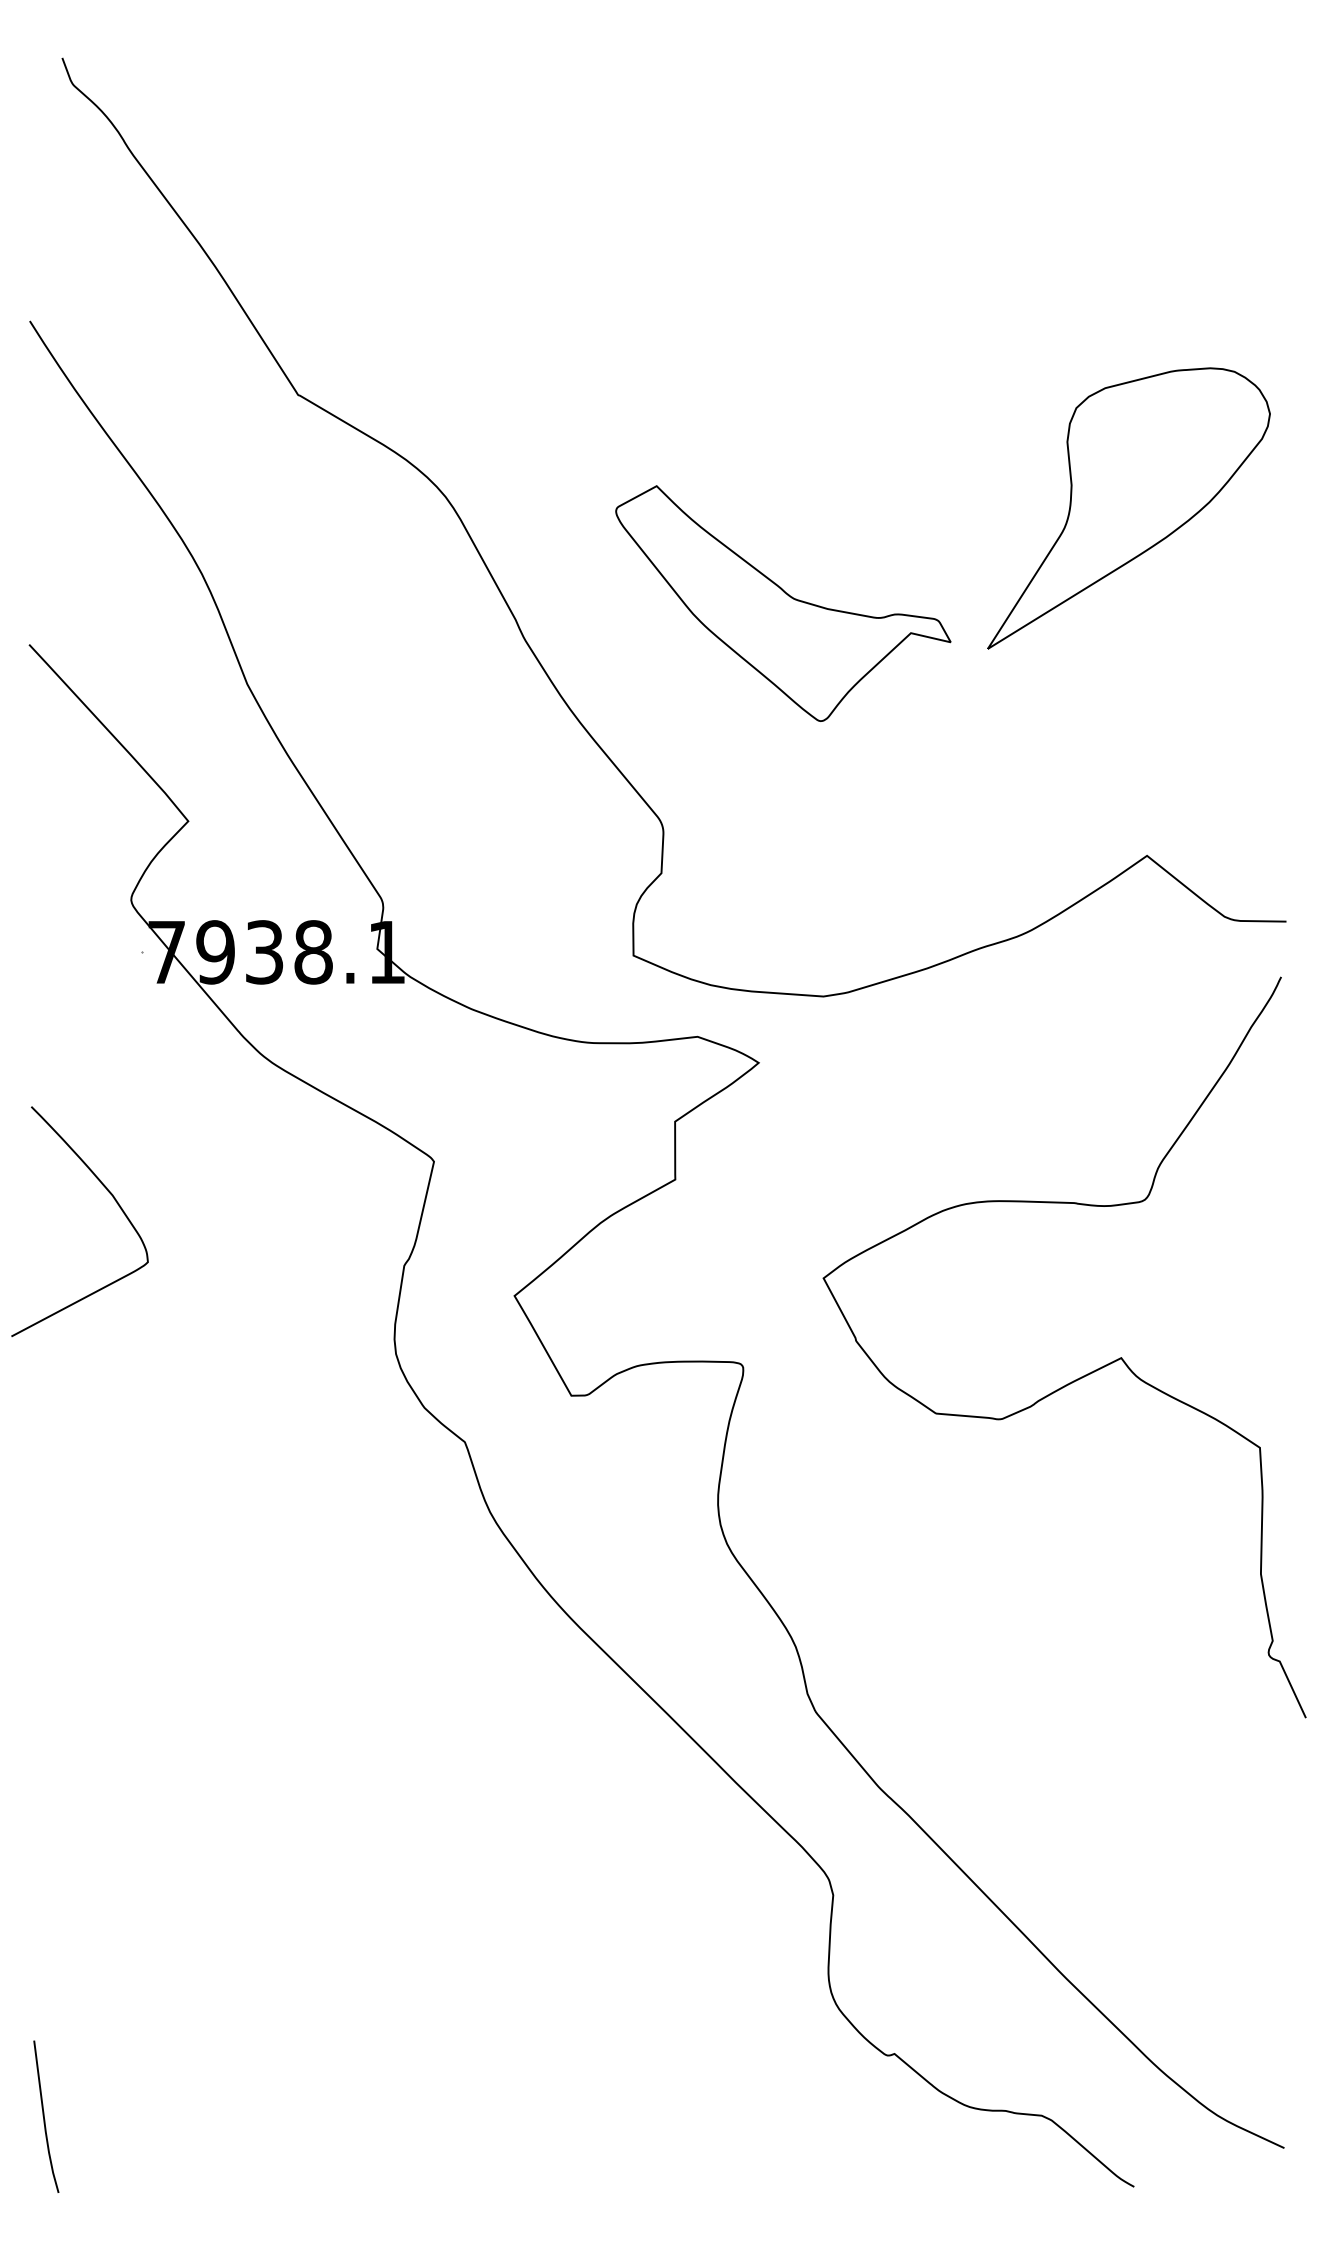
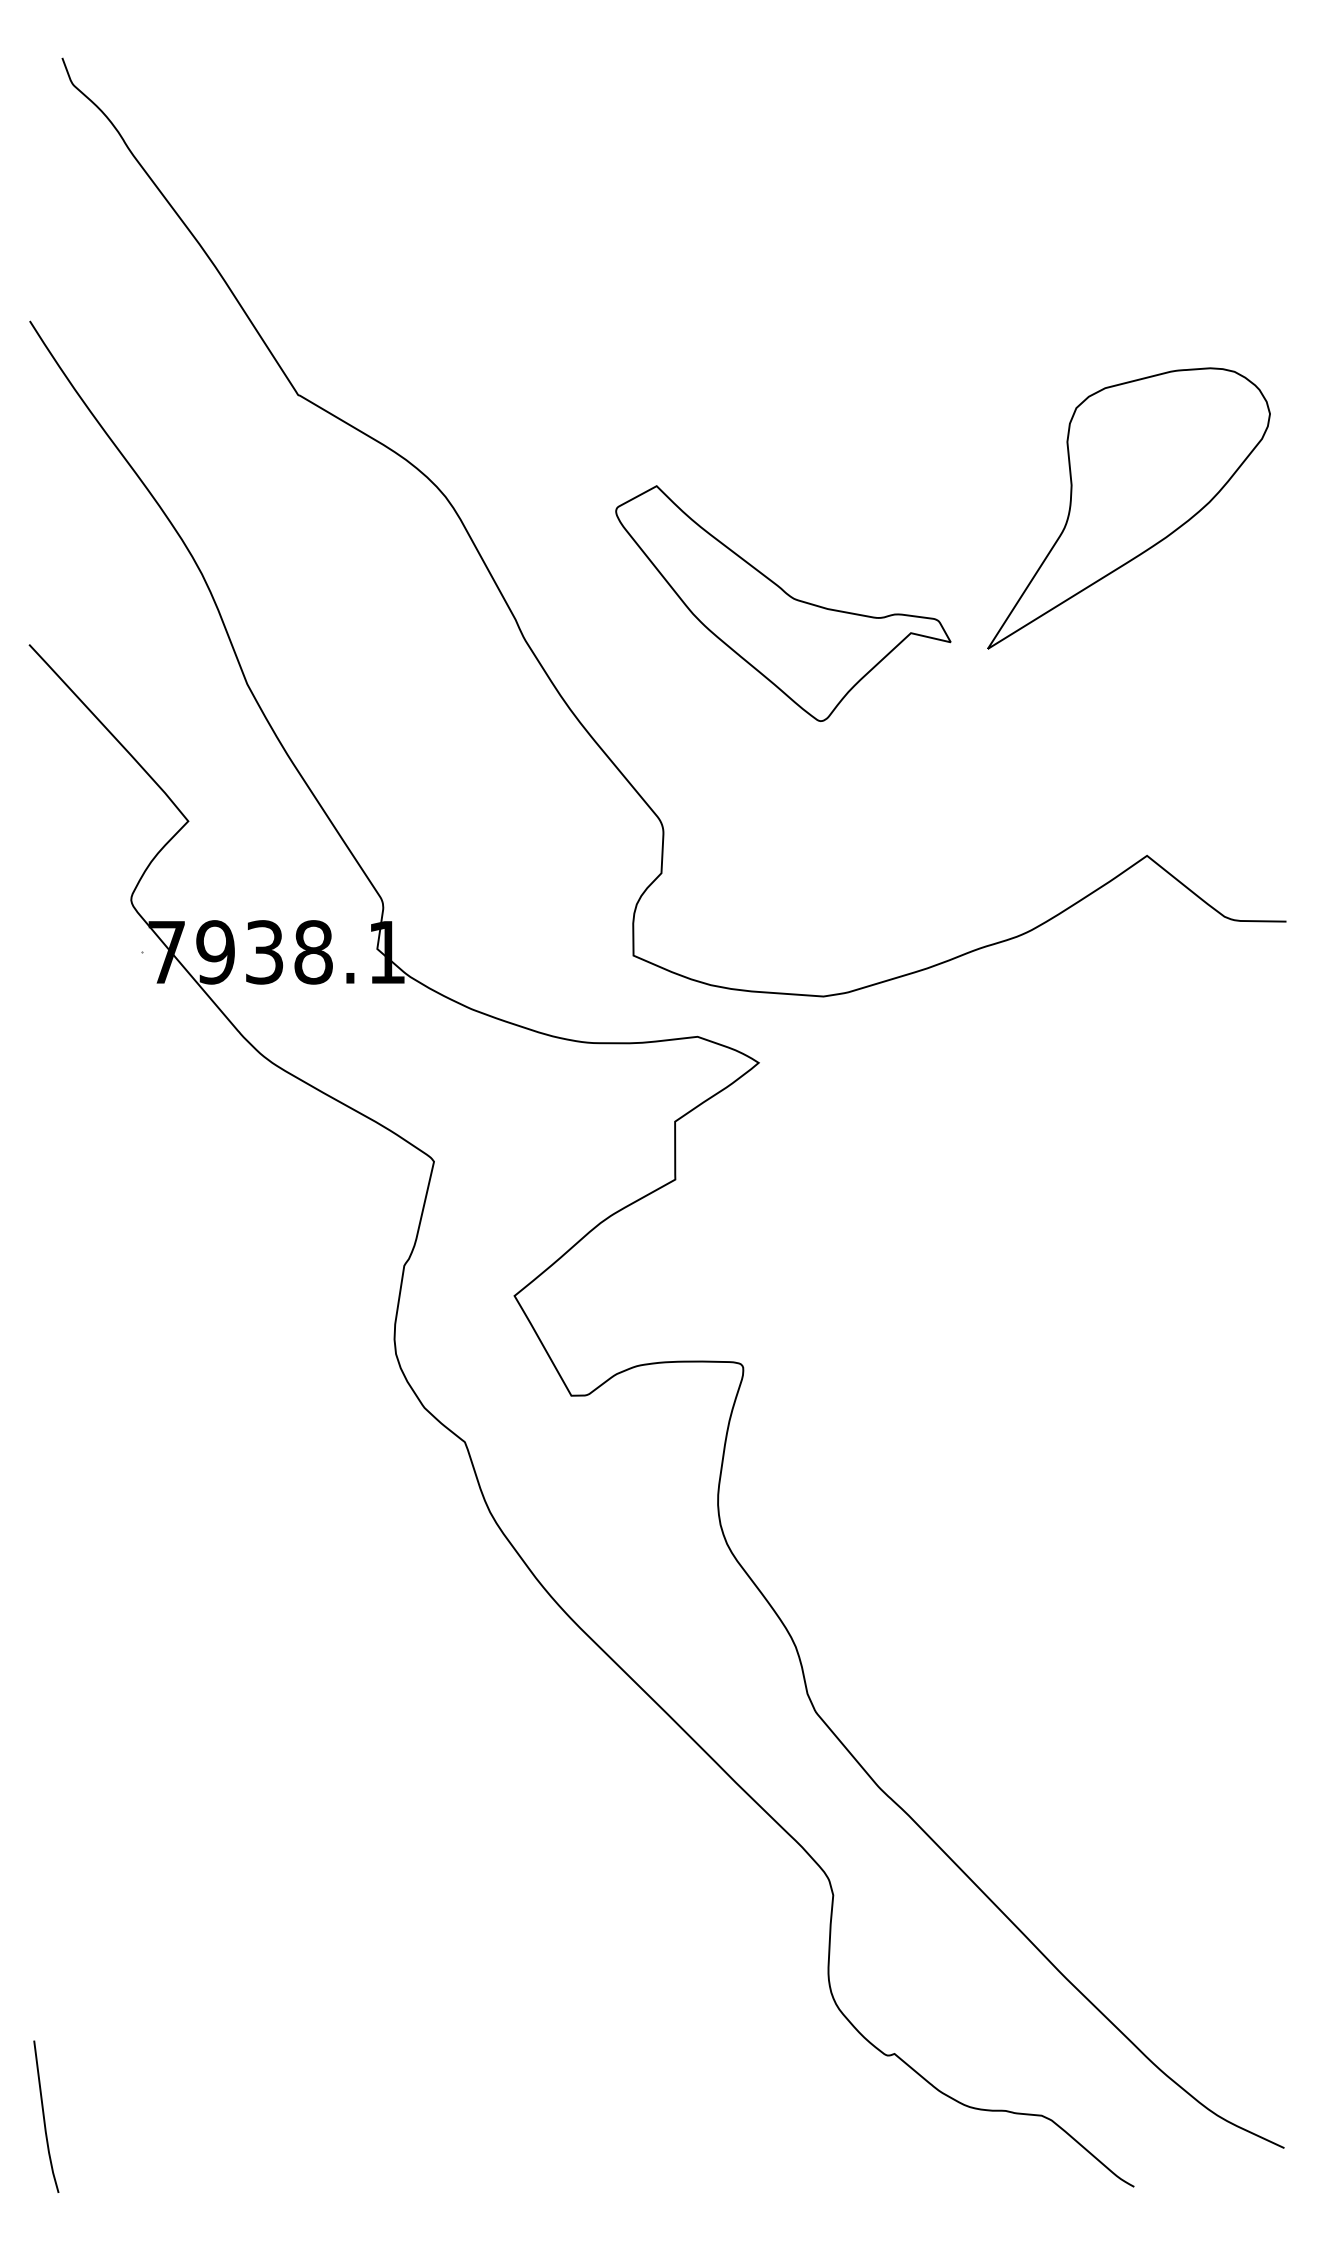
curve at (112, 1197): present -> none
curve at (1079, 1377): present -> none
